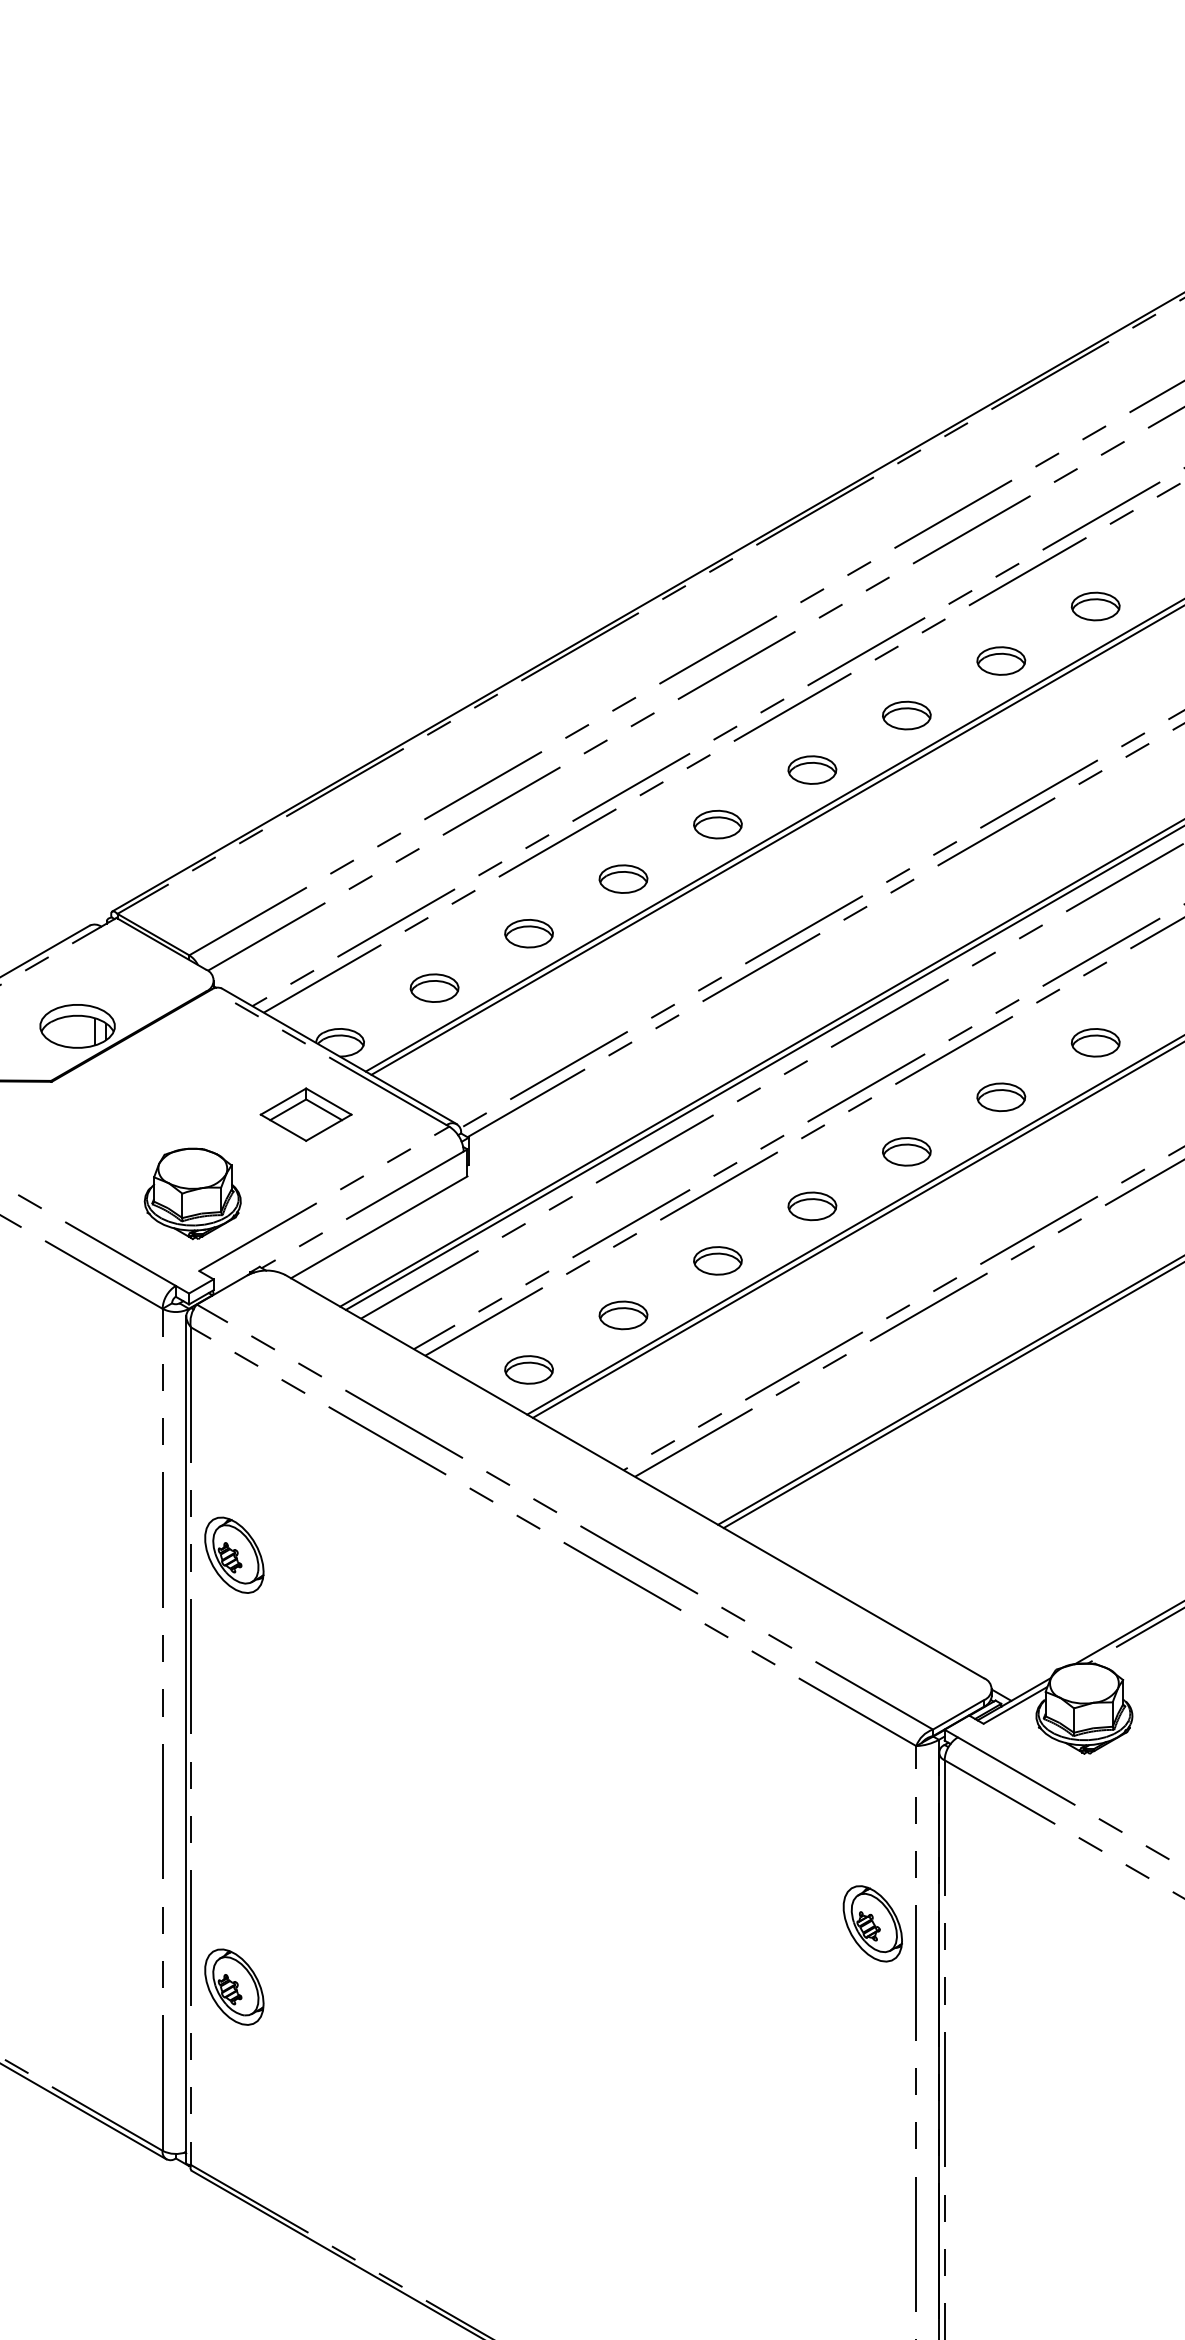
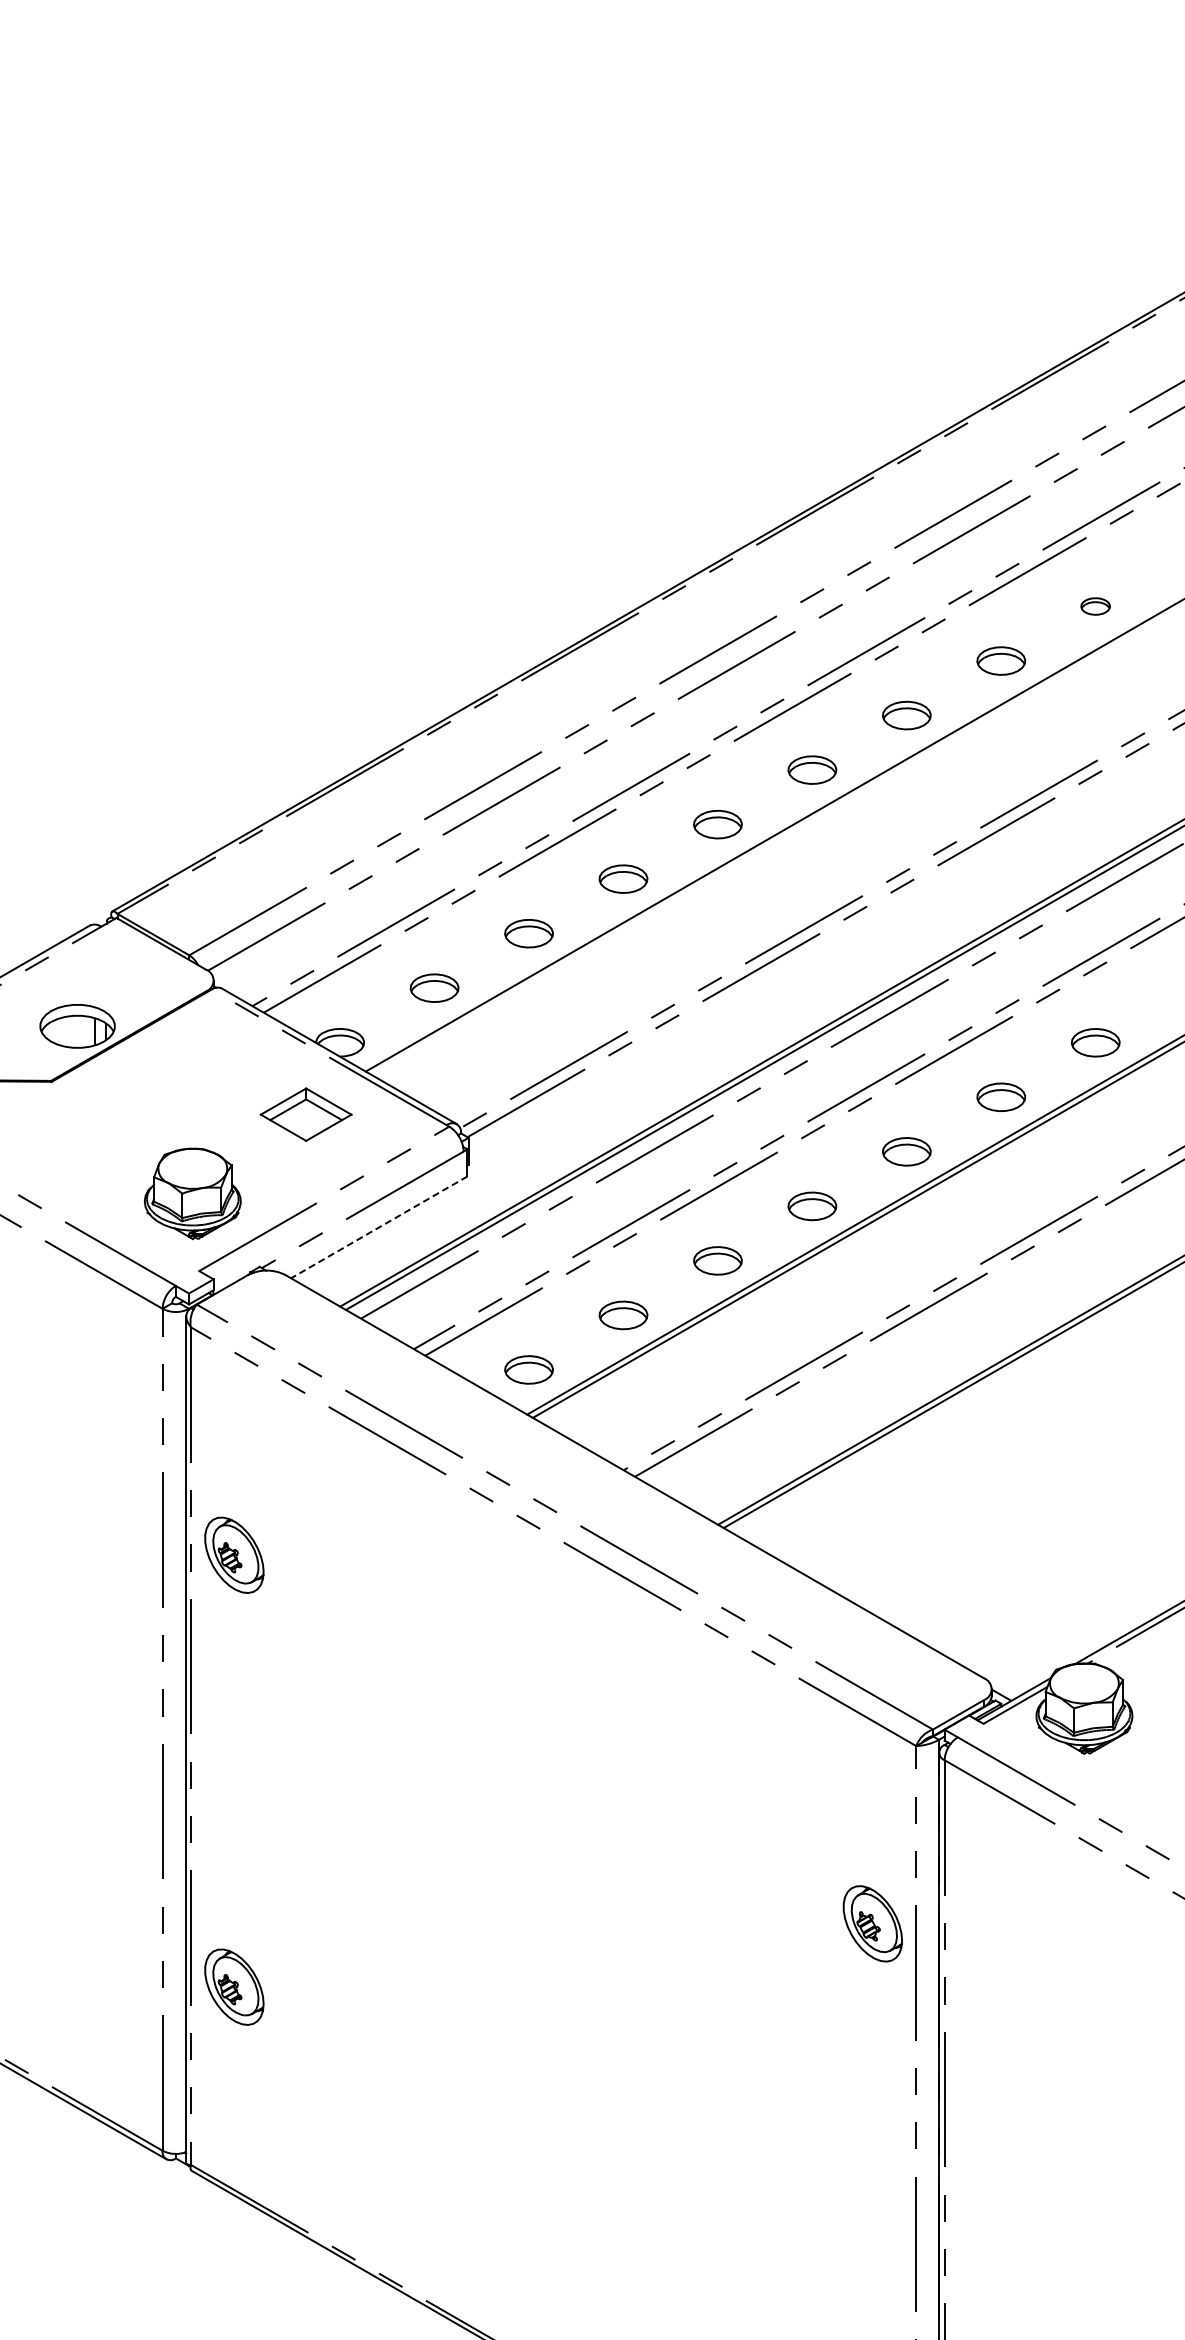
part at (1095, 606) size: 51x31 px -> 31x19 px
line at (776, 840): present -> none
line at (379, 1227): solid -> dashed
